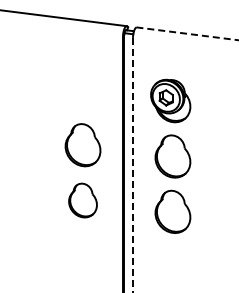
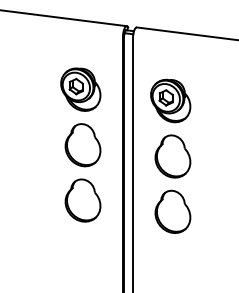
line at (187, 33): dashed -> solid
part at (80, 89): none -> present
line at (132, 165): dashed -> solid
part at (82, 200) size: 30x37 px -> 38x45 px
